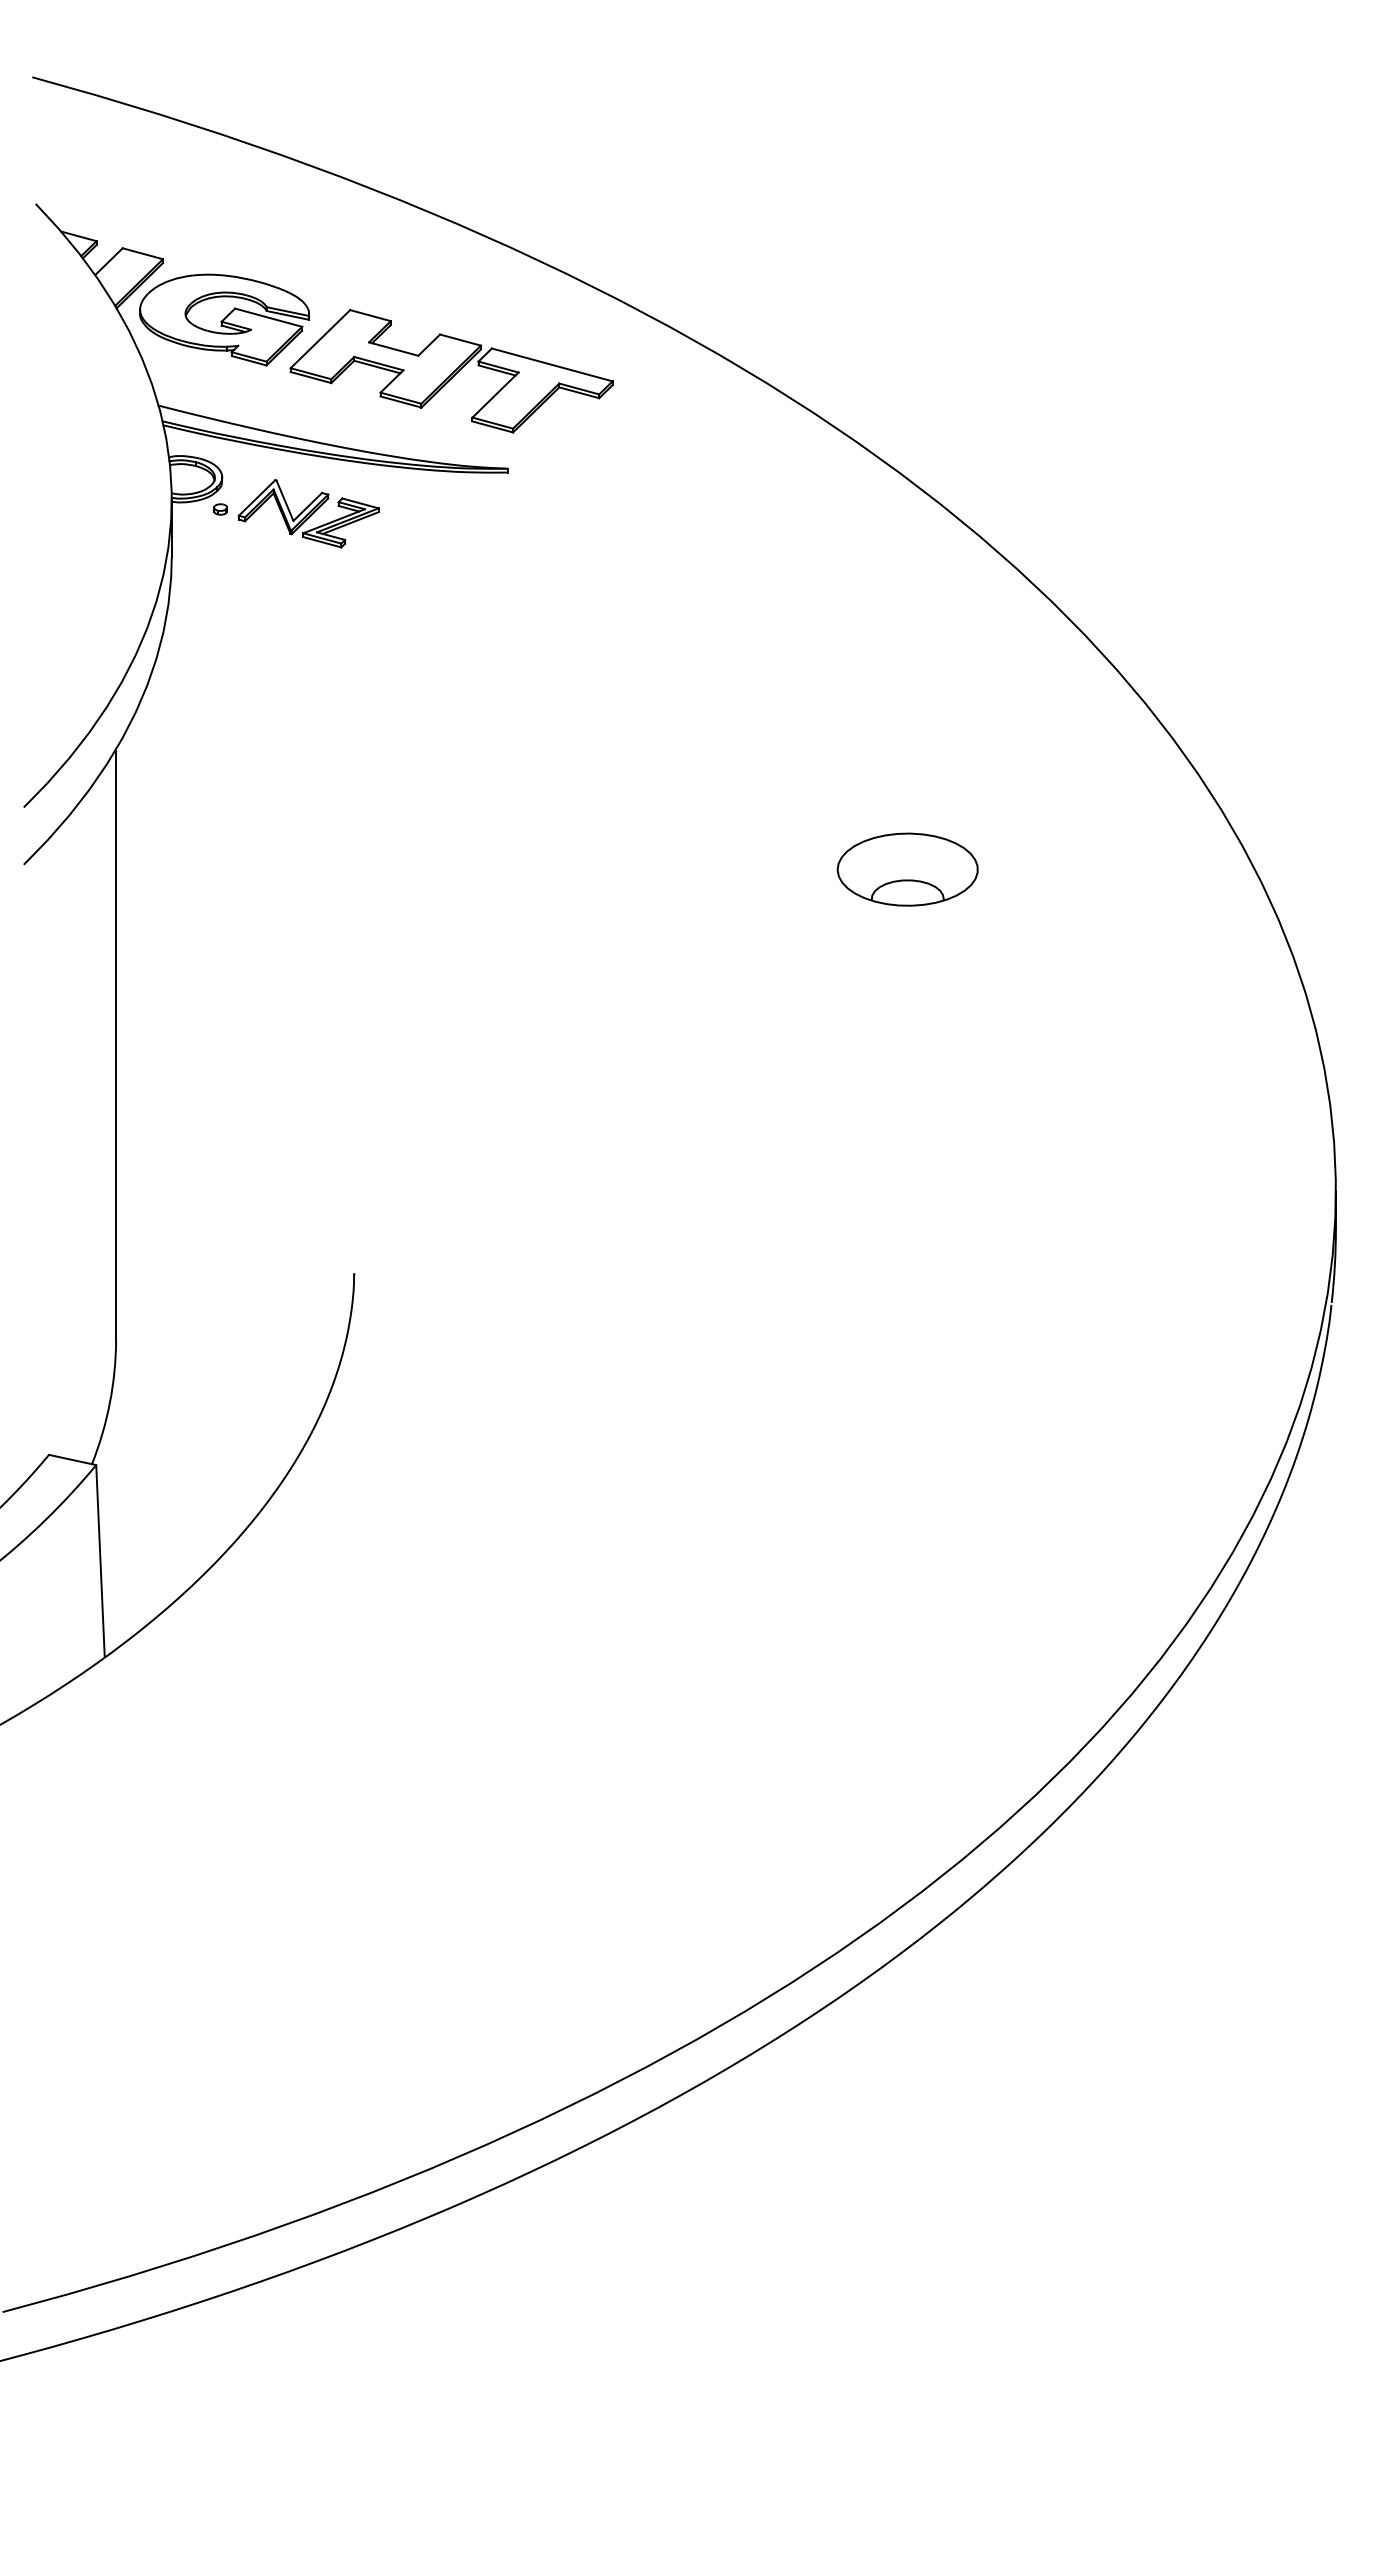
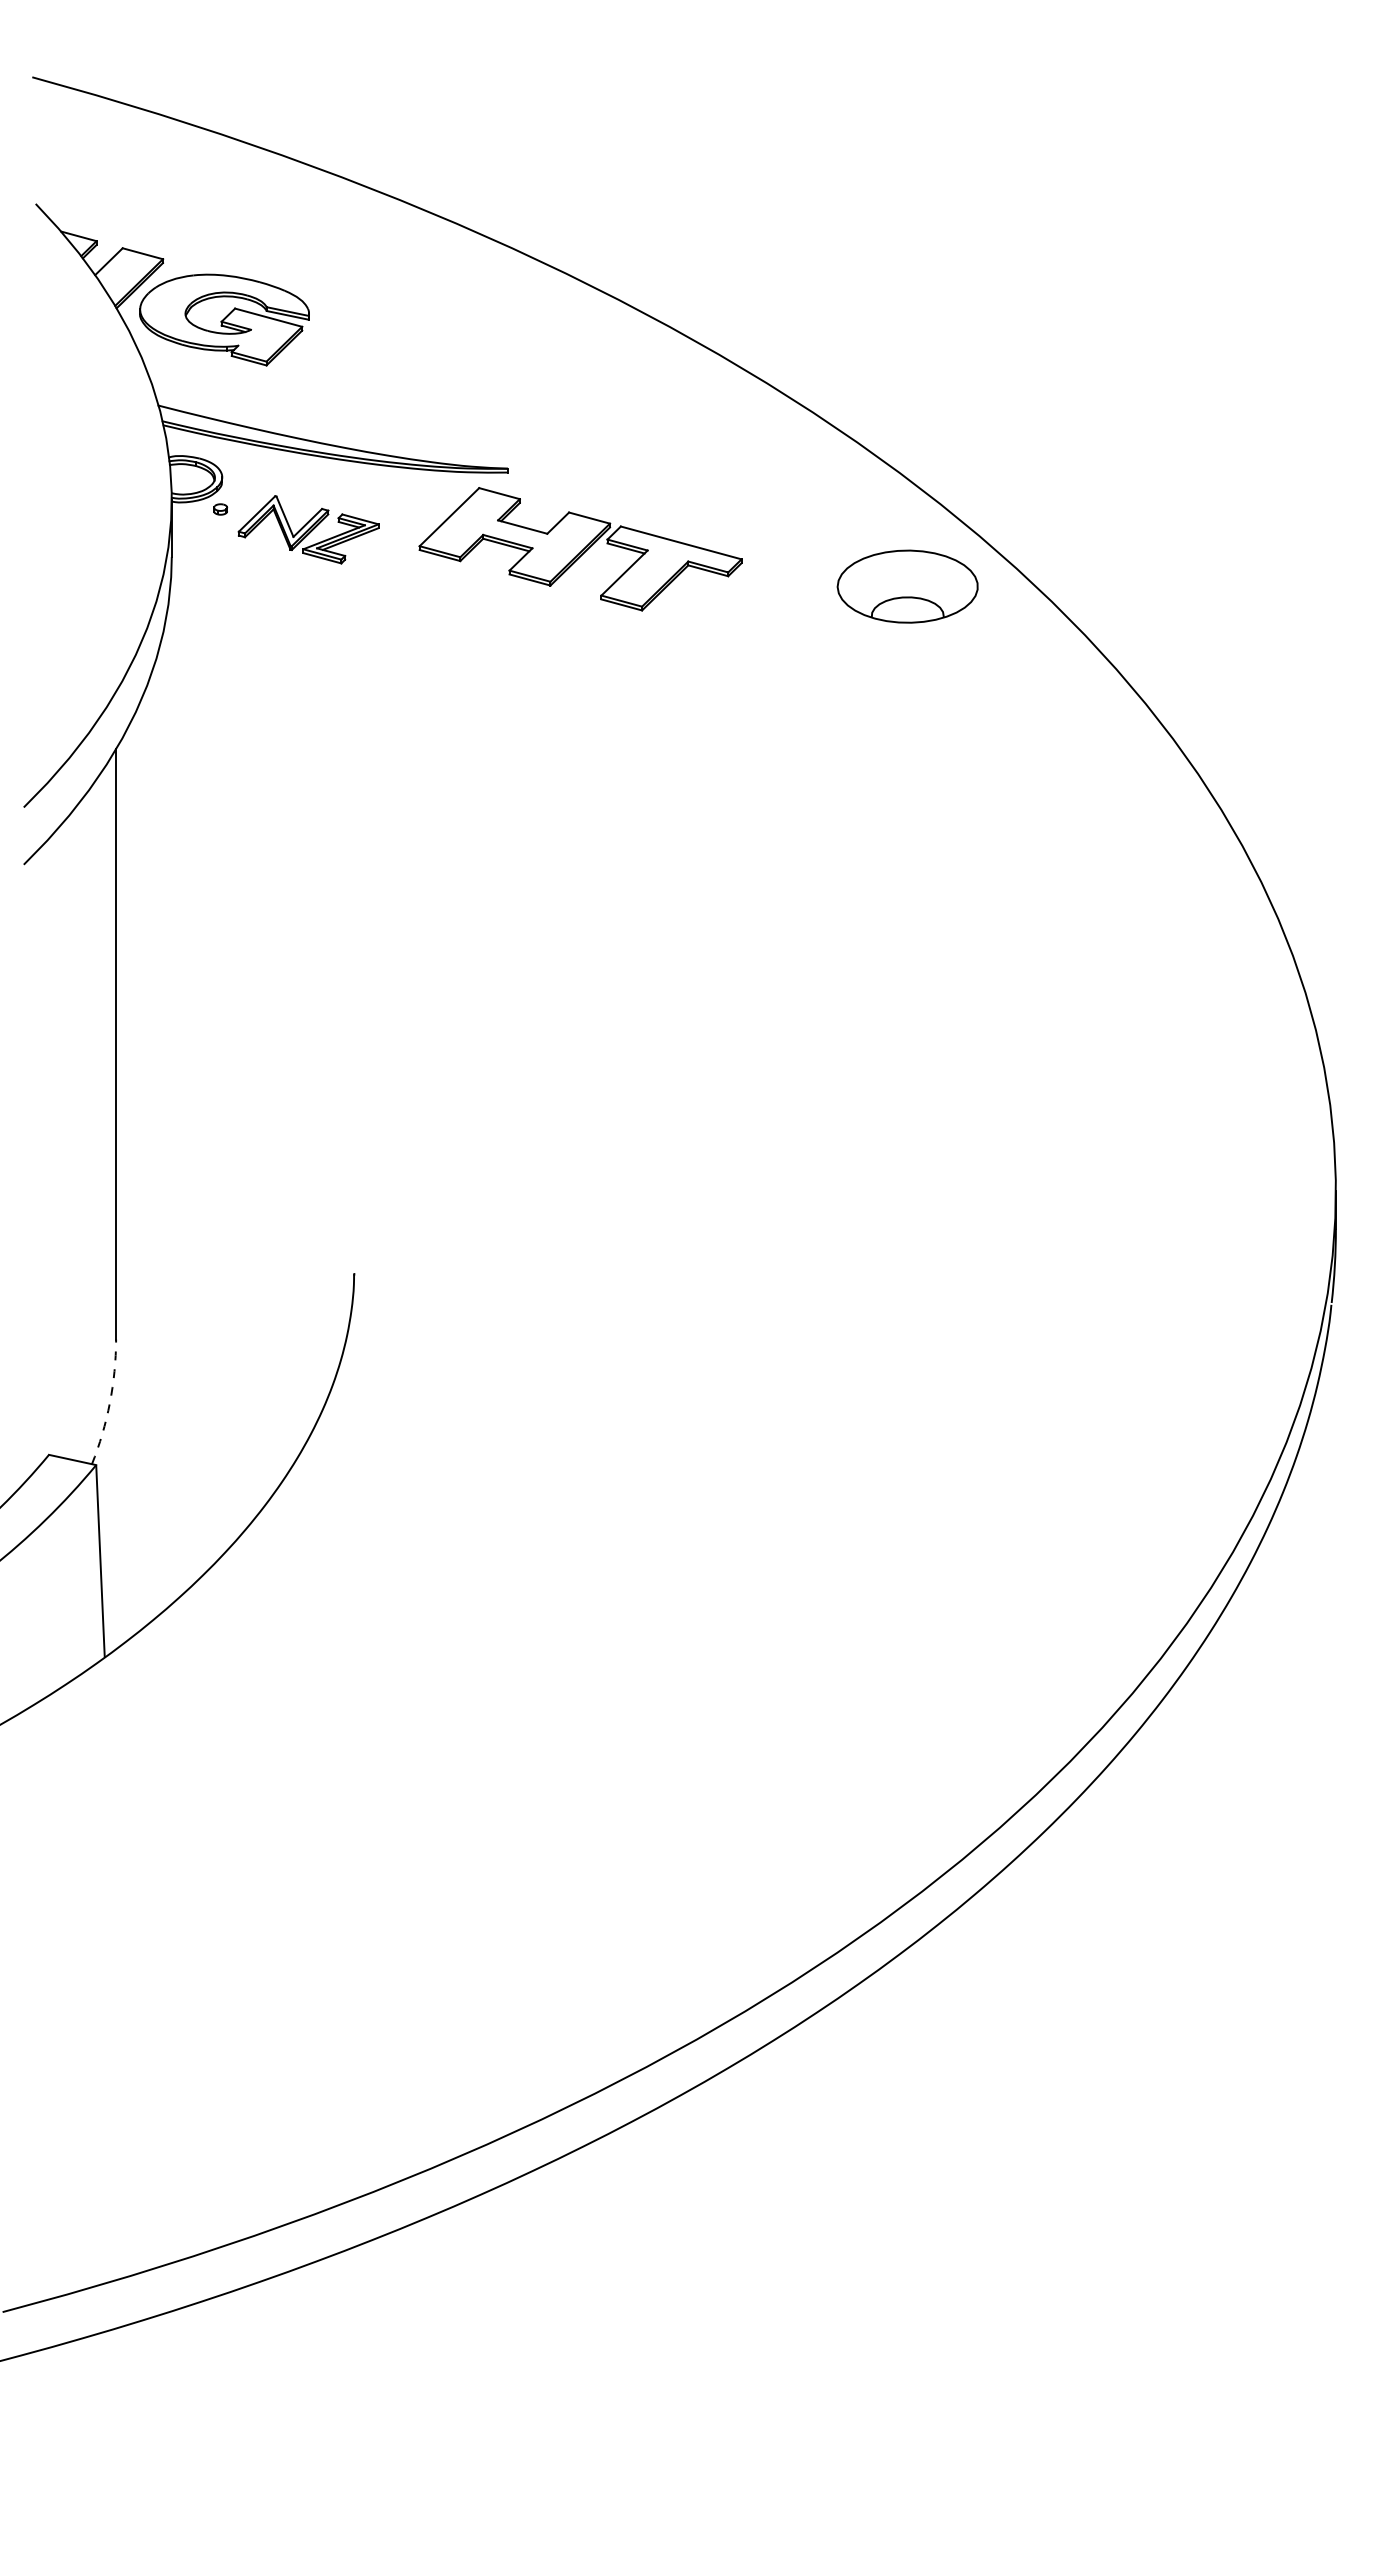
part at (451, 371) position: (451, 371) -> (580, 549)
part at (308, 513) position: (308, 513) -> (308, 529)
part at (907, 869) position: (907, 869) -> (907, 586)
arc at (109, 1403): solid -> dashed
